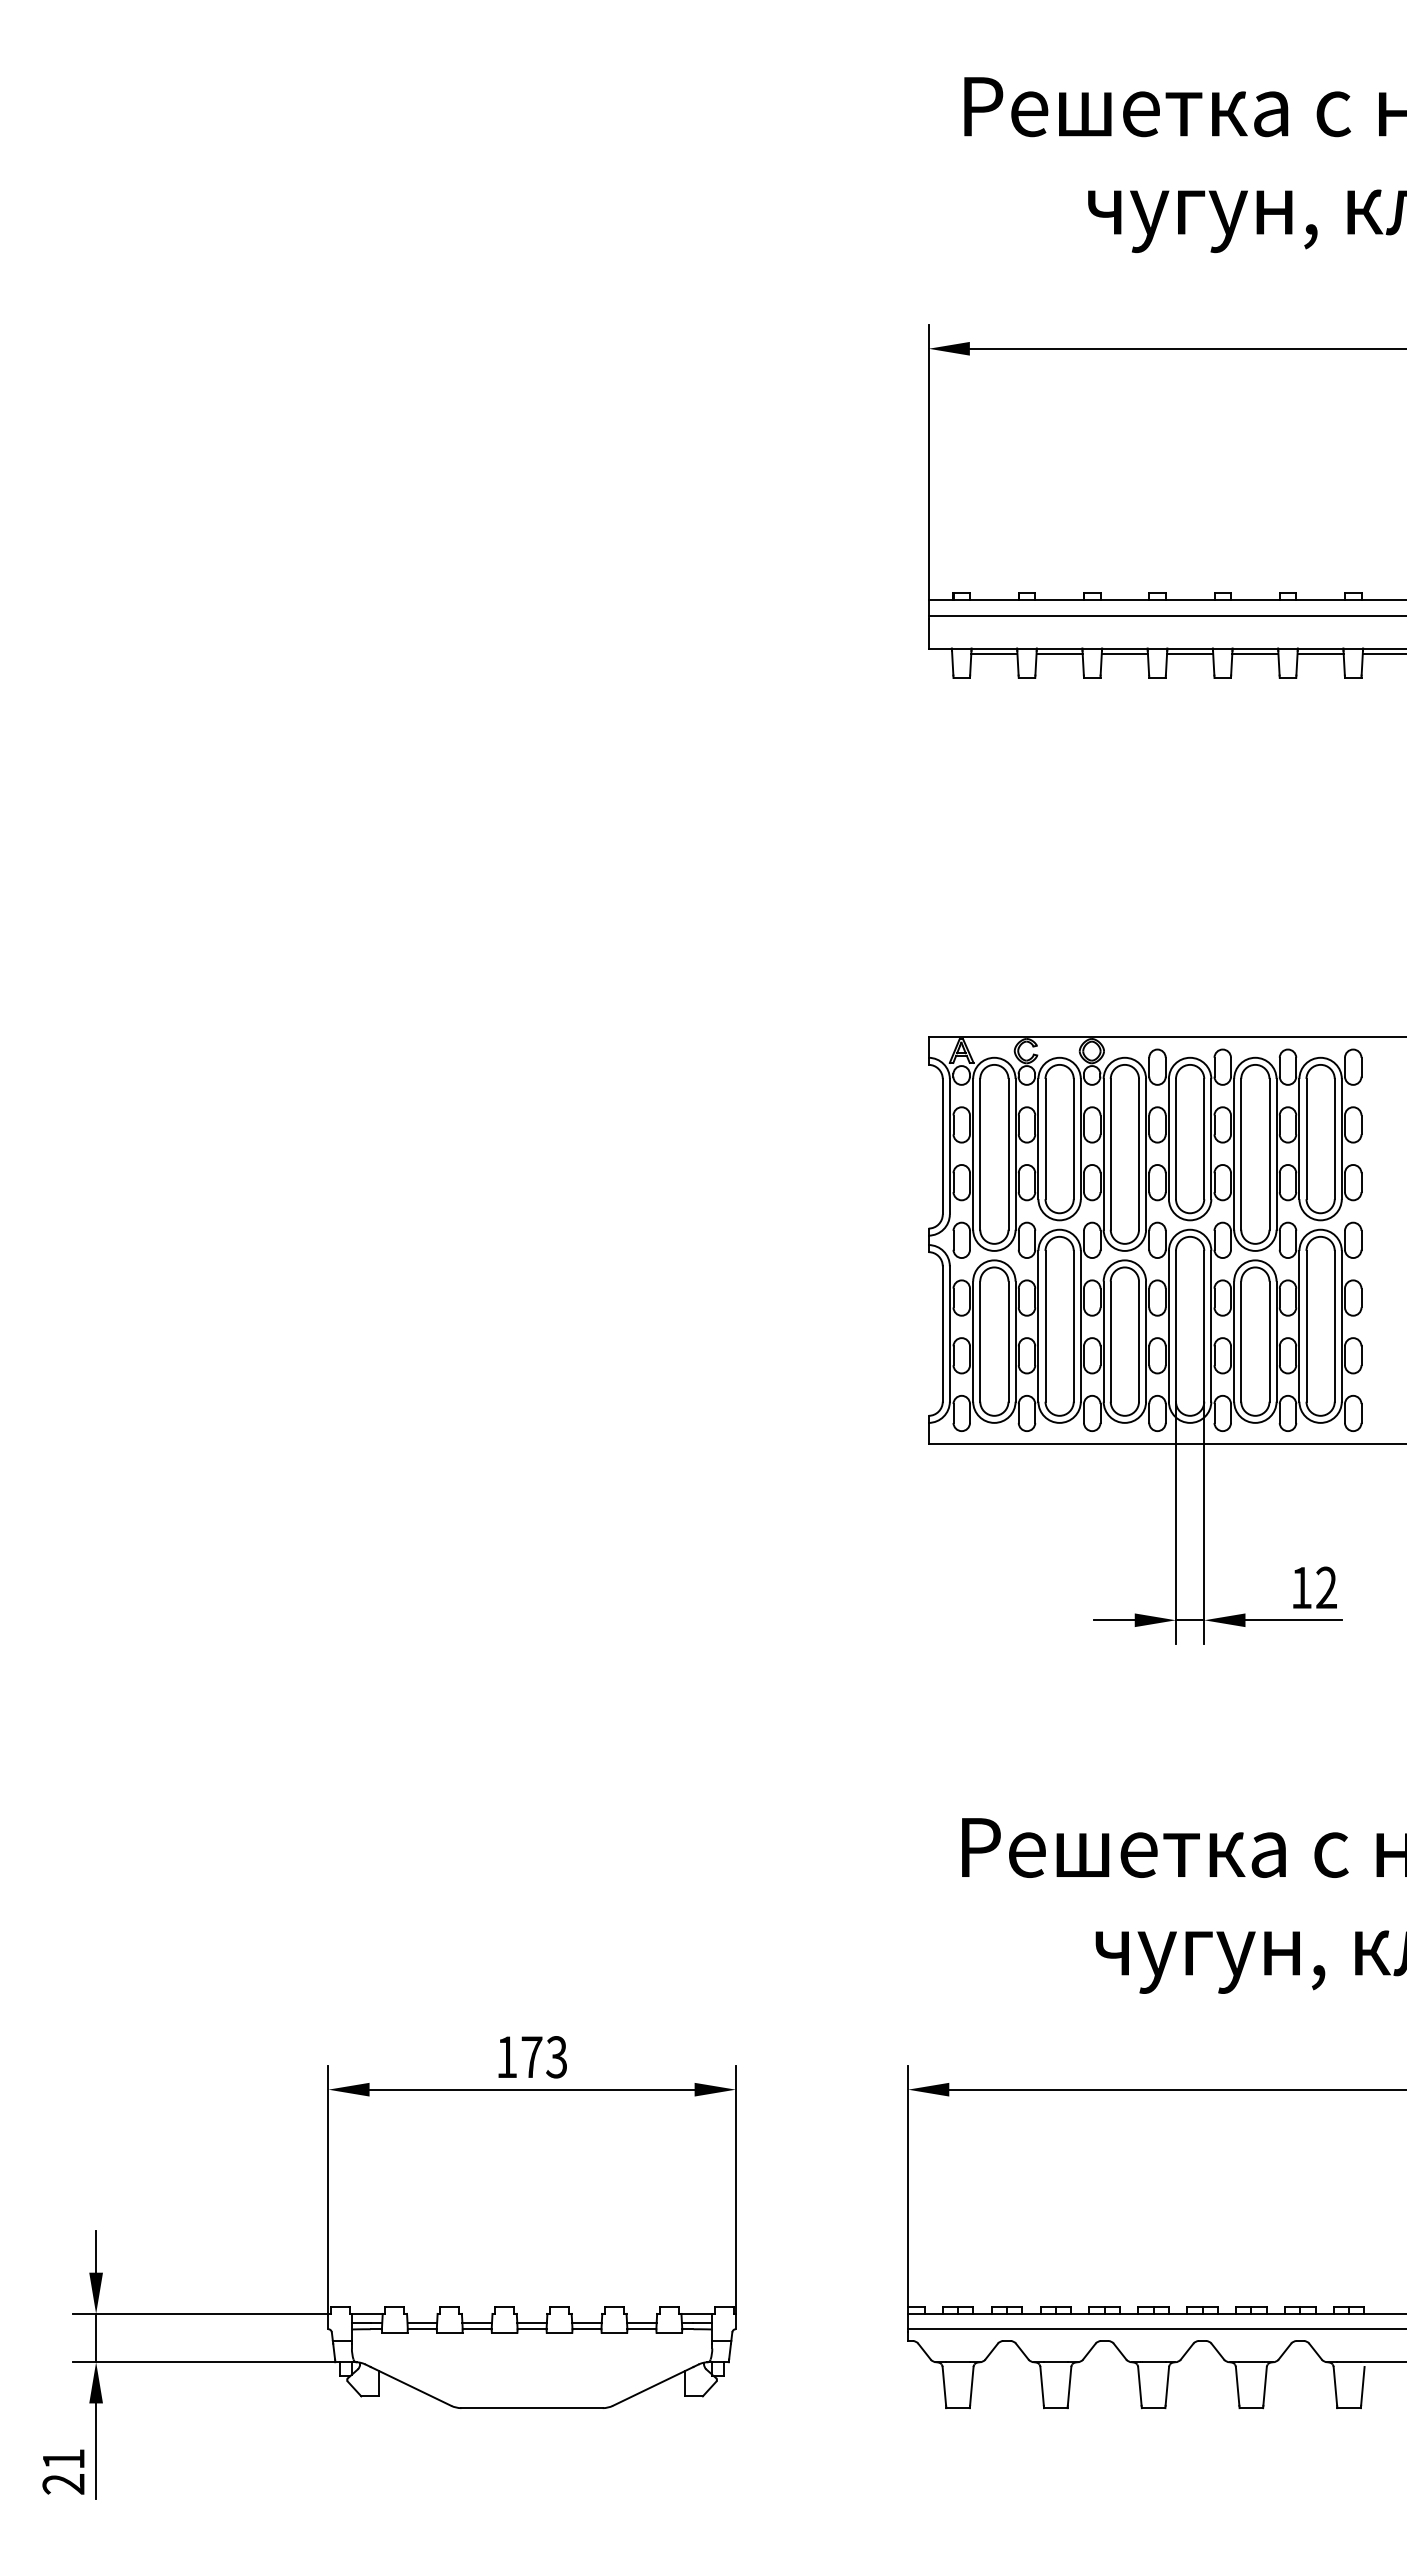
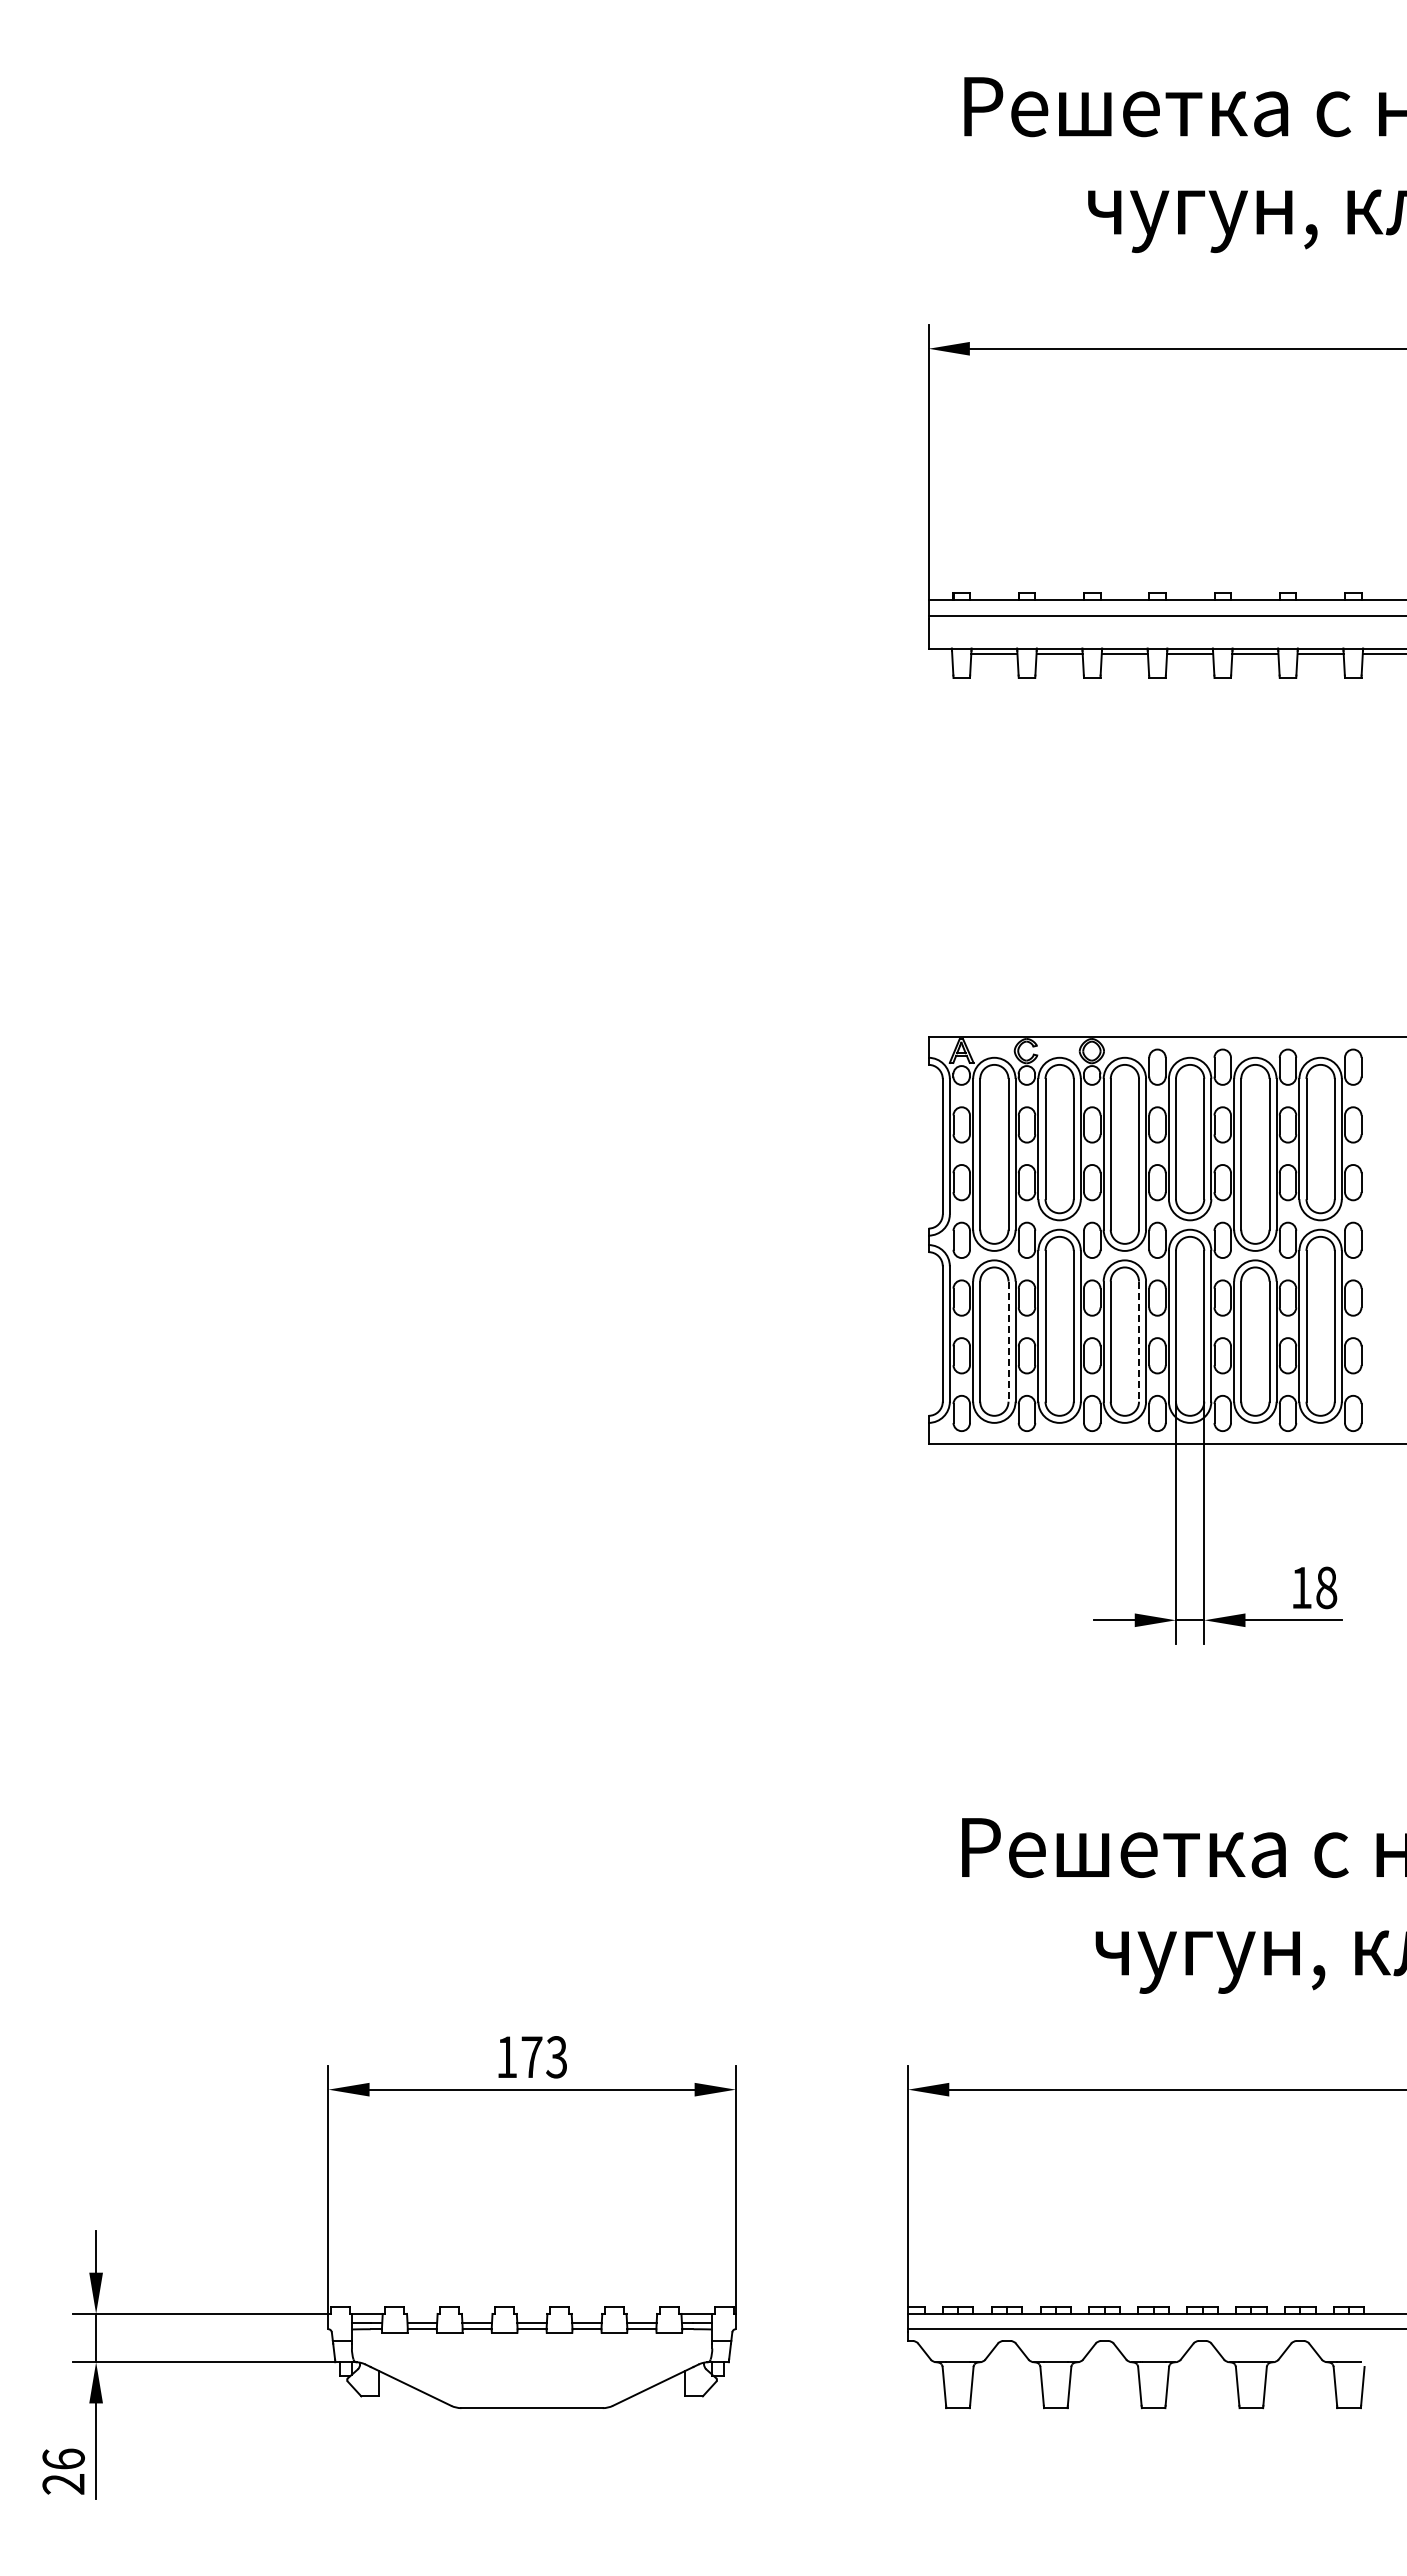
line at (1008, 1342): solid -> dashed
line at (1139, 1342): solid -> dashed
text at (1326, 1587): 12 -> 18
line at (1382, 2362): present -> none
text at (63, 2458): 21 -> 26
